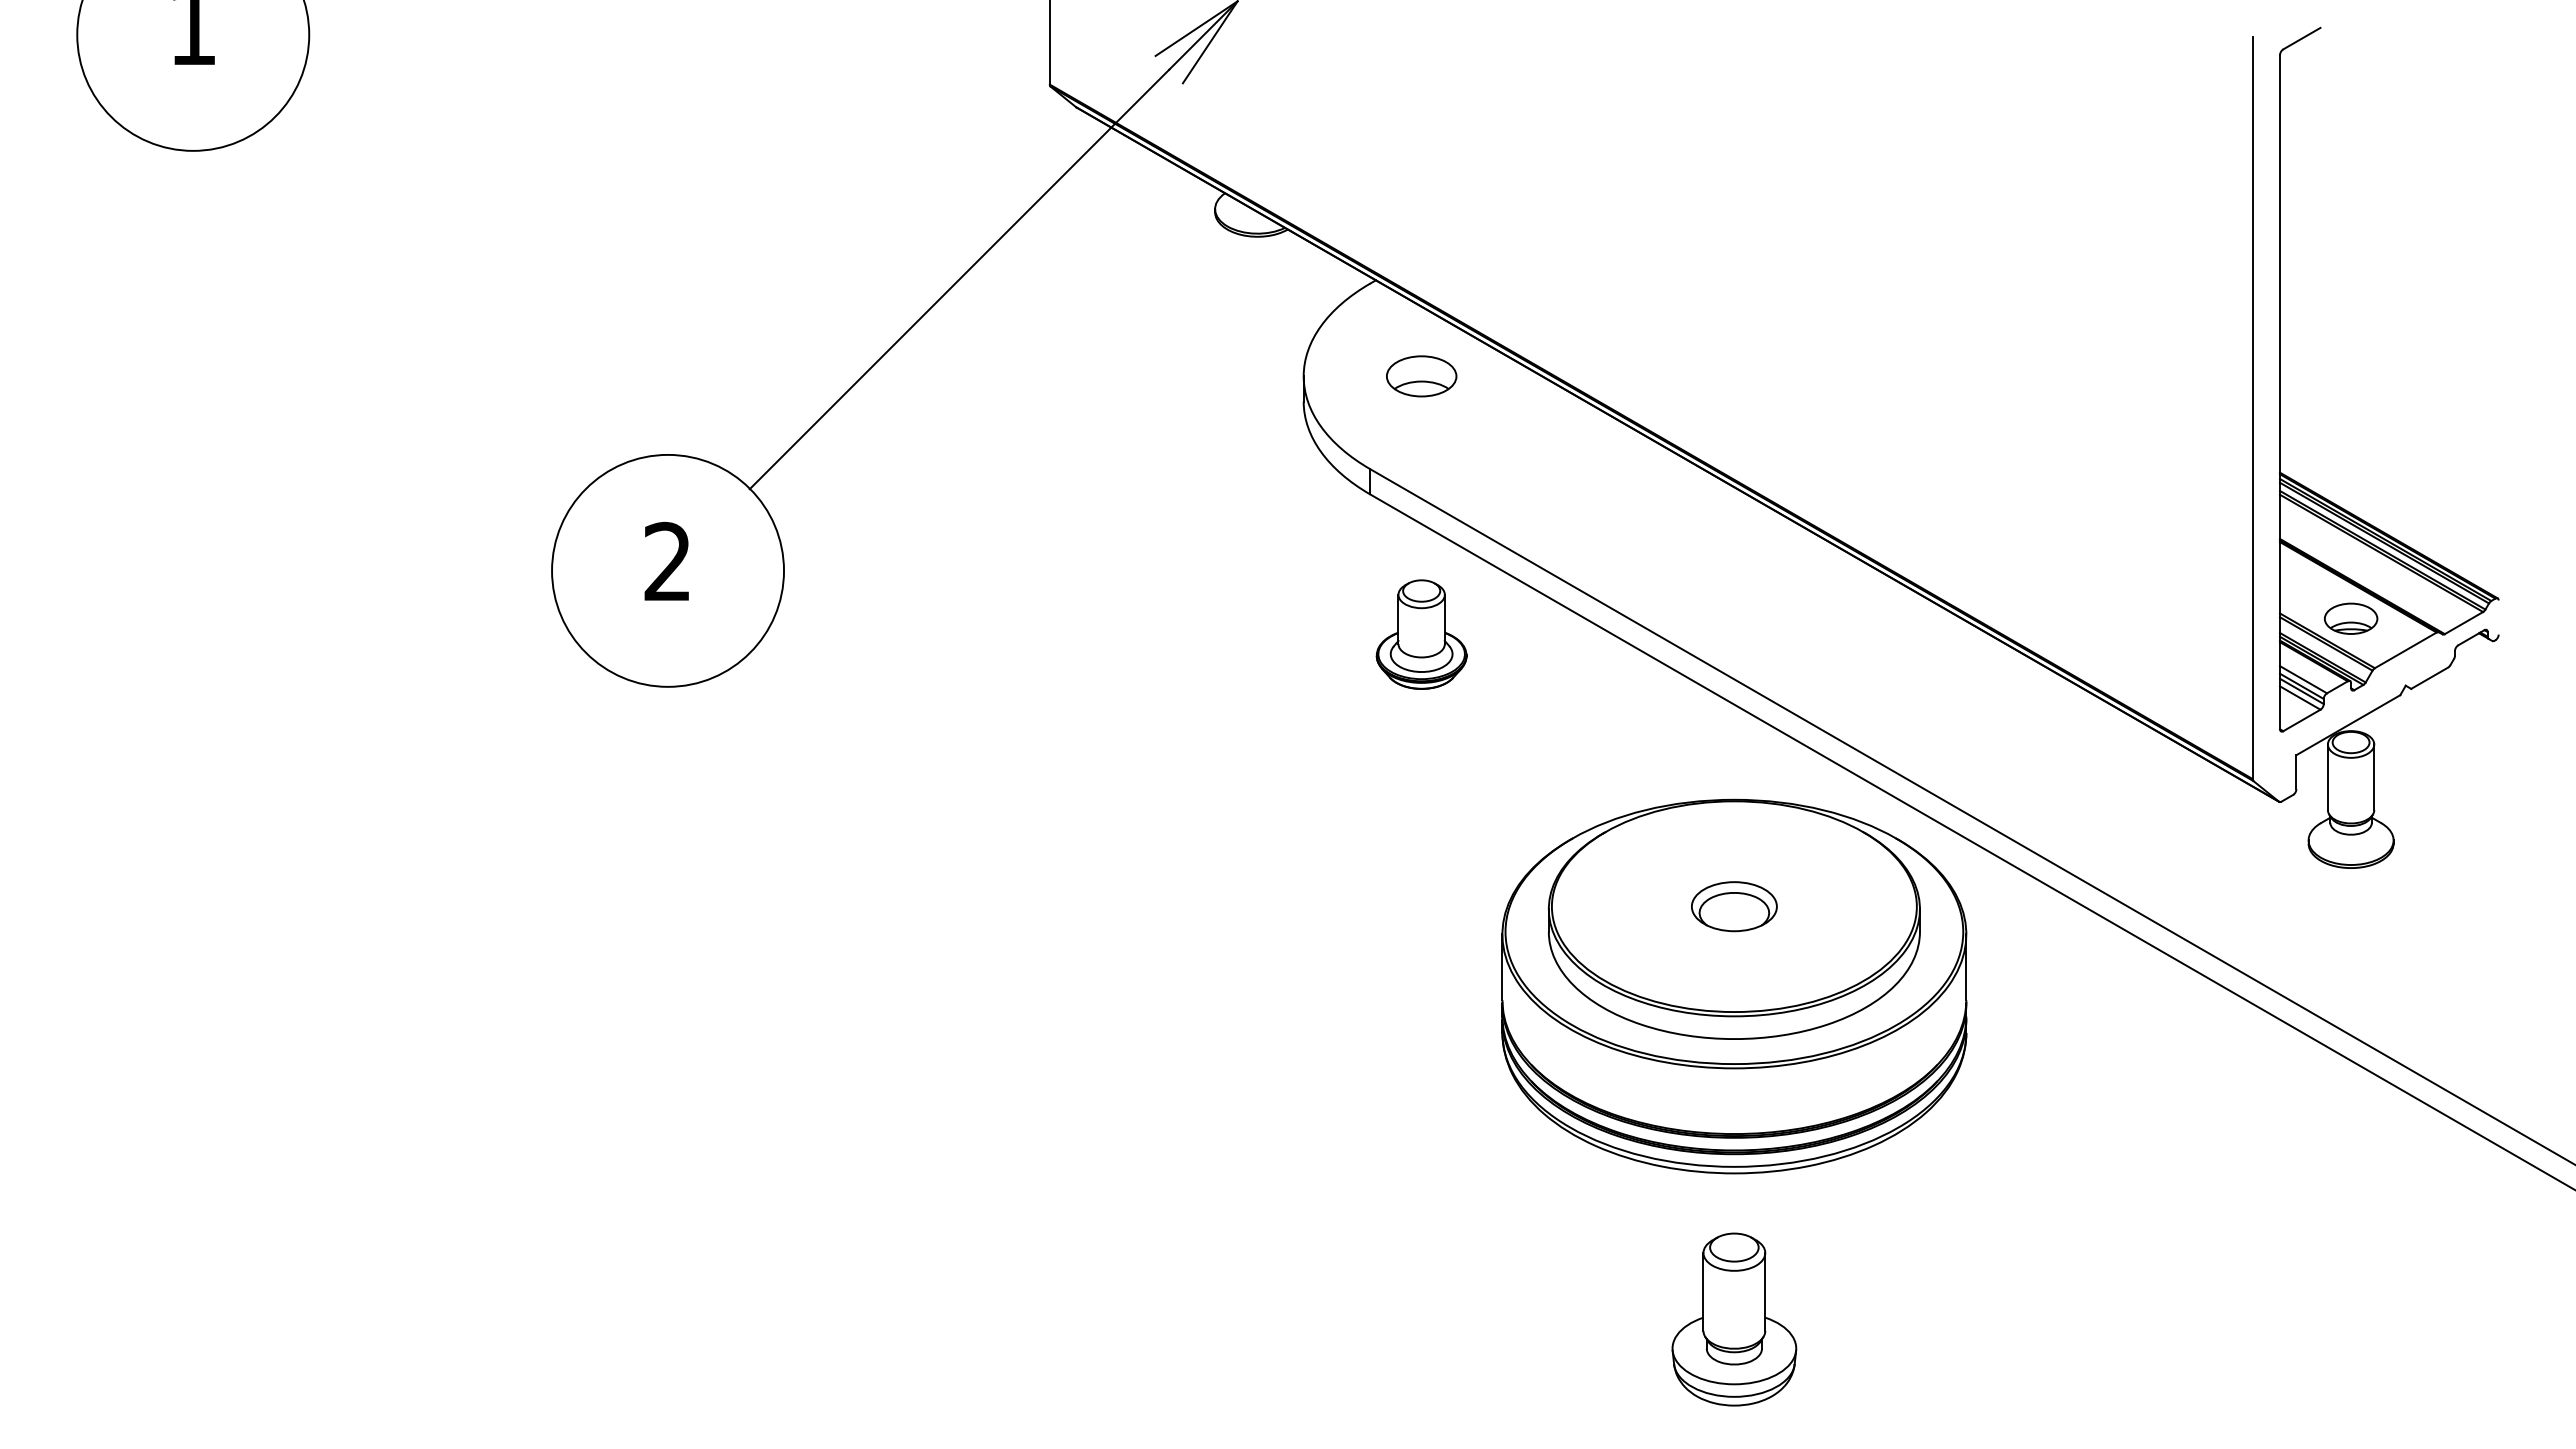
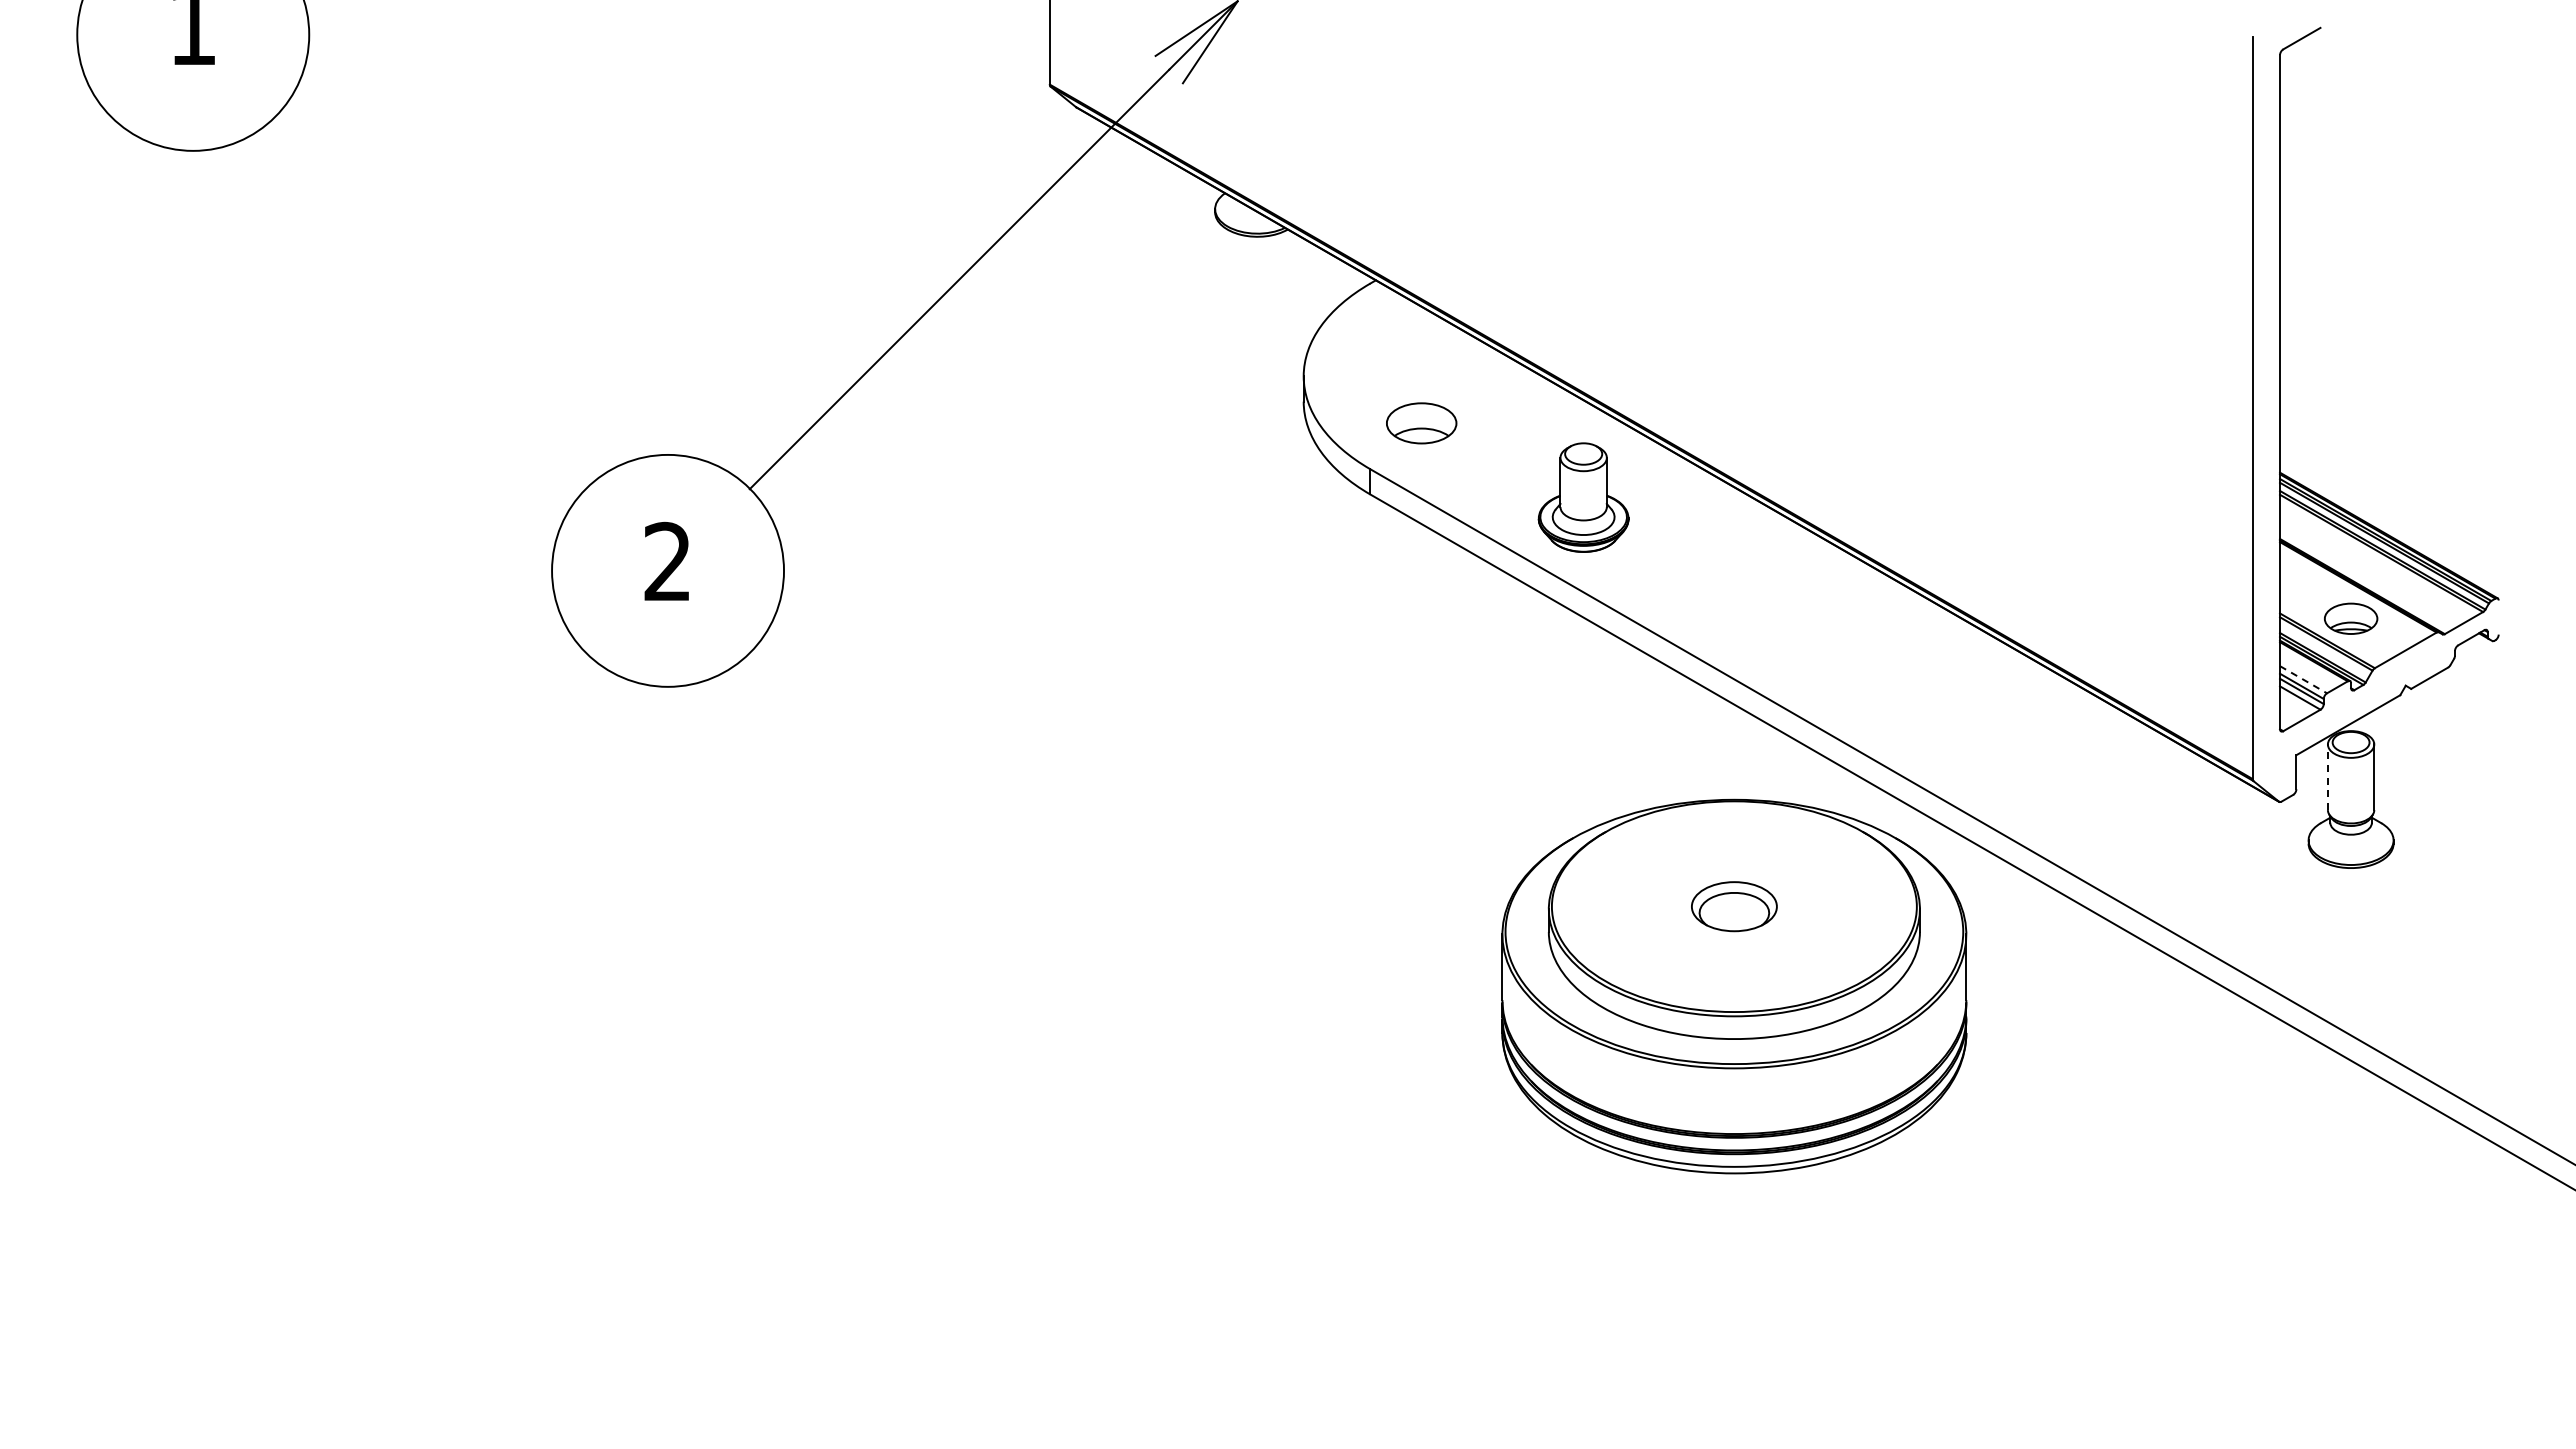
part at (1421, 376) position: (1421, 376) -> (1421, 423)
part at (1421, 634) position: (1421, 634) -> (1583, 497)
line at (2303, 679): solid -> dashed
line at (2327, 777): solid -> dashed
part at (1734, 1319): present -> none
